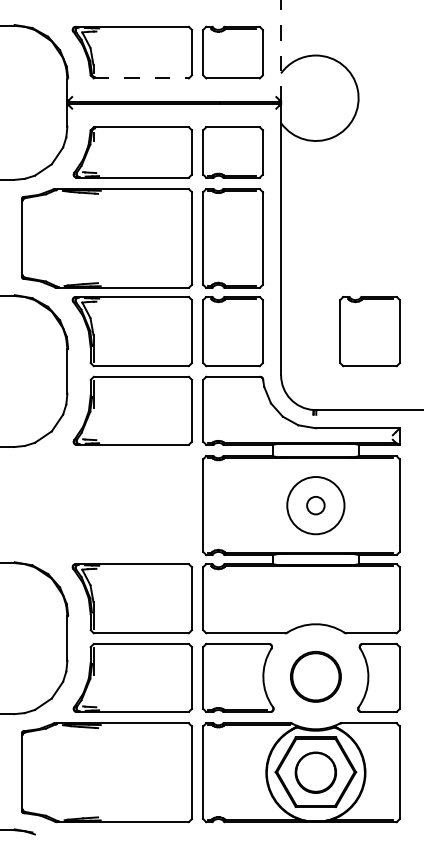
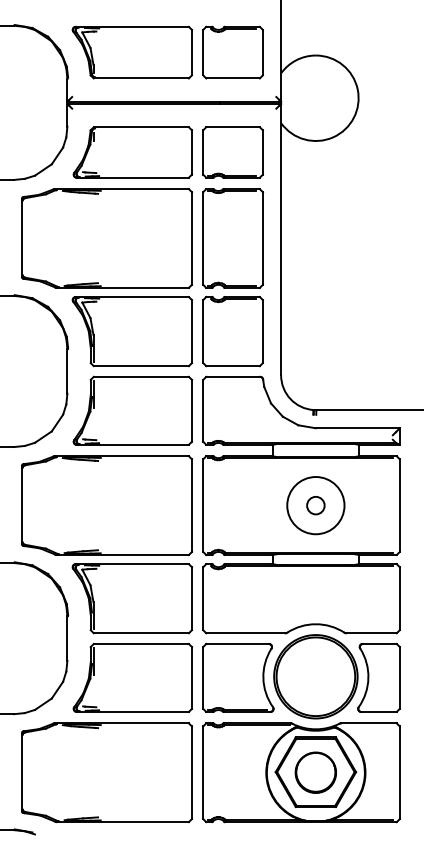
line at (281, 50): dashed -> solid
line at (141, 78): dashed -> solid
part at (369, 331): present -> none
part at (107, 505): none -> present
part at (315, 676) size: 52x52 px -> 86x86 px
